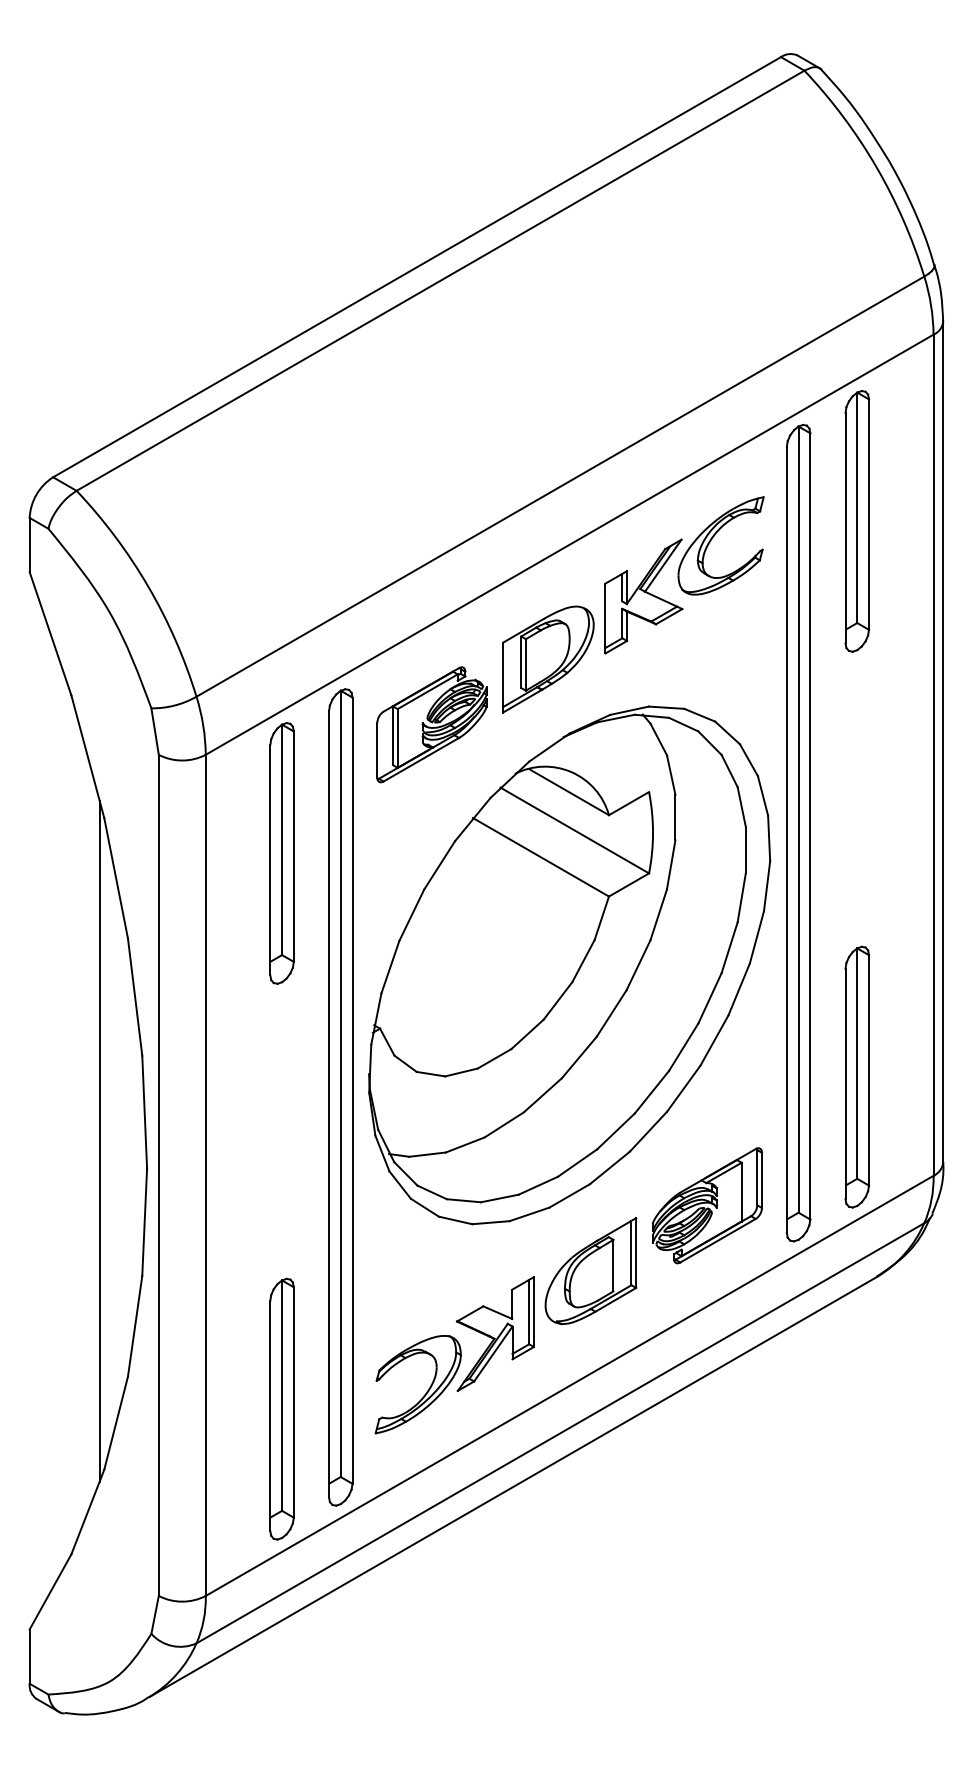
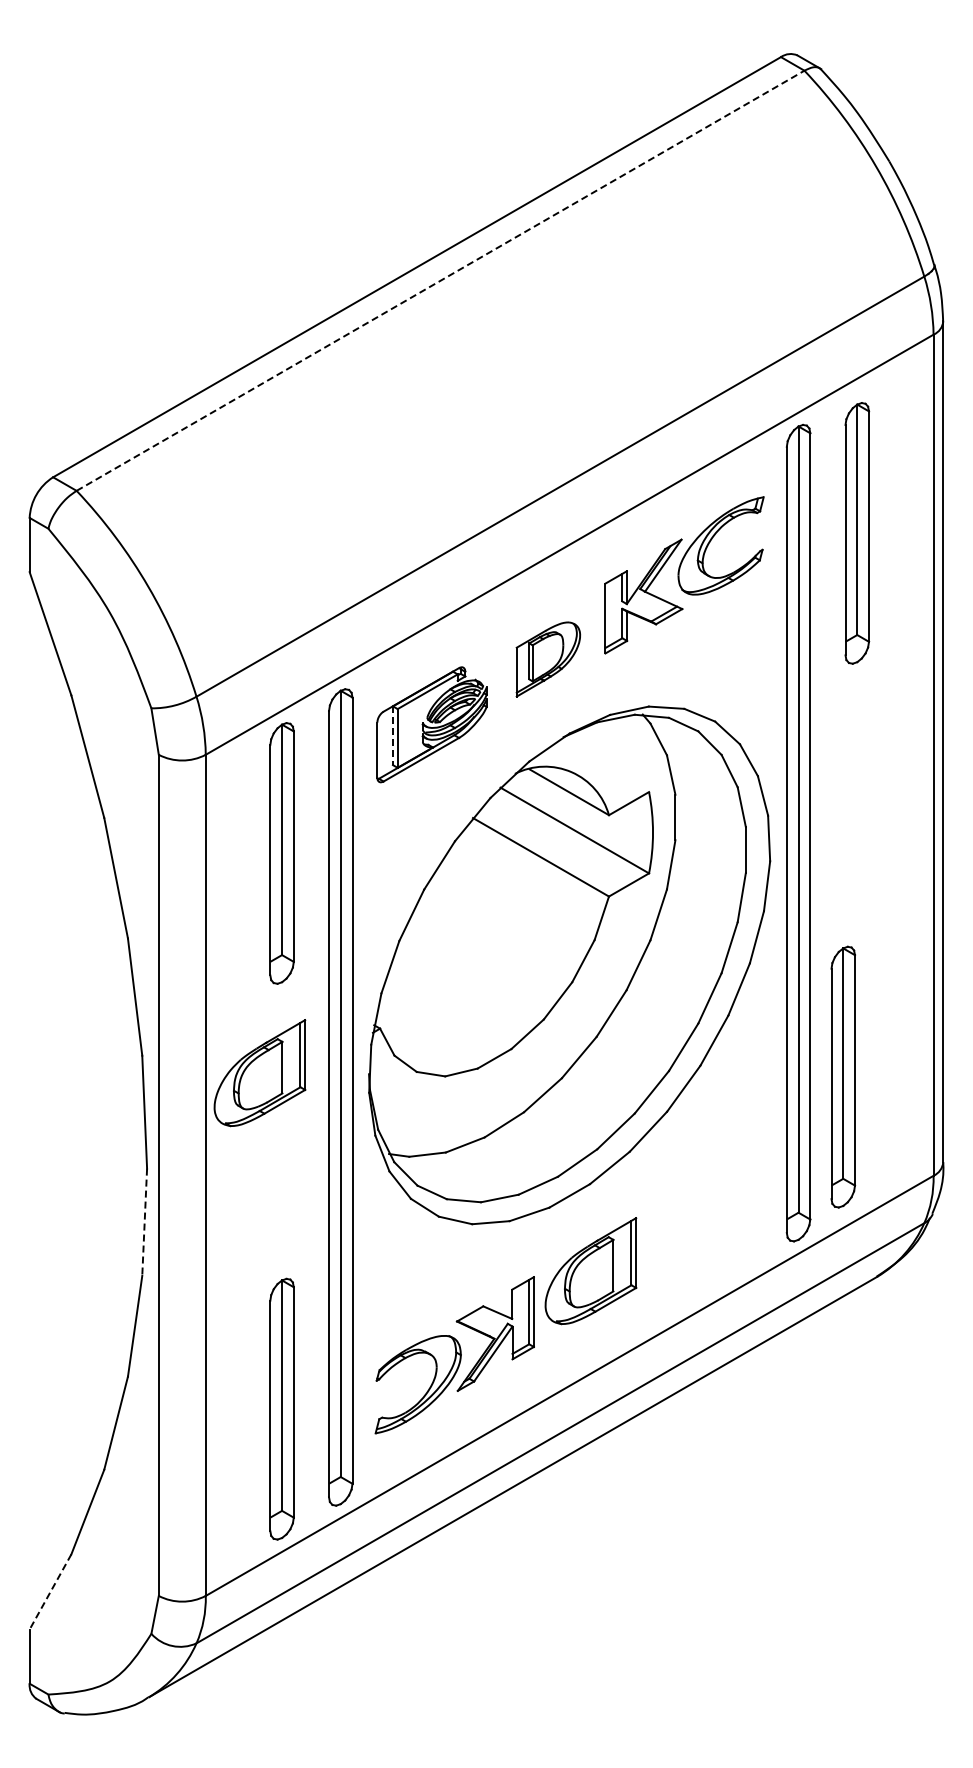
line at (440, 280): solid -> dashed
part at (857, 521) position: (857, 521) -> (857, 533)
part at (548, 659) size: 93x109 px -> 67x77 px
line at (392, 736): solid -> dashed
part at (259, 1073): none -> present
part at (857, 1076) position: (857, 1076) -> (843, 1076)
line at (100, 1141): present -> none
part at (707, 1205): present -> none
line at (144, 1222): solid -> dashed
line at (50, 1591): solid -> dashed
